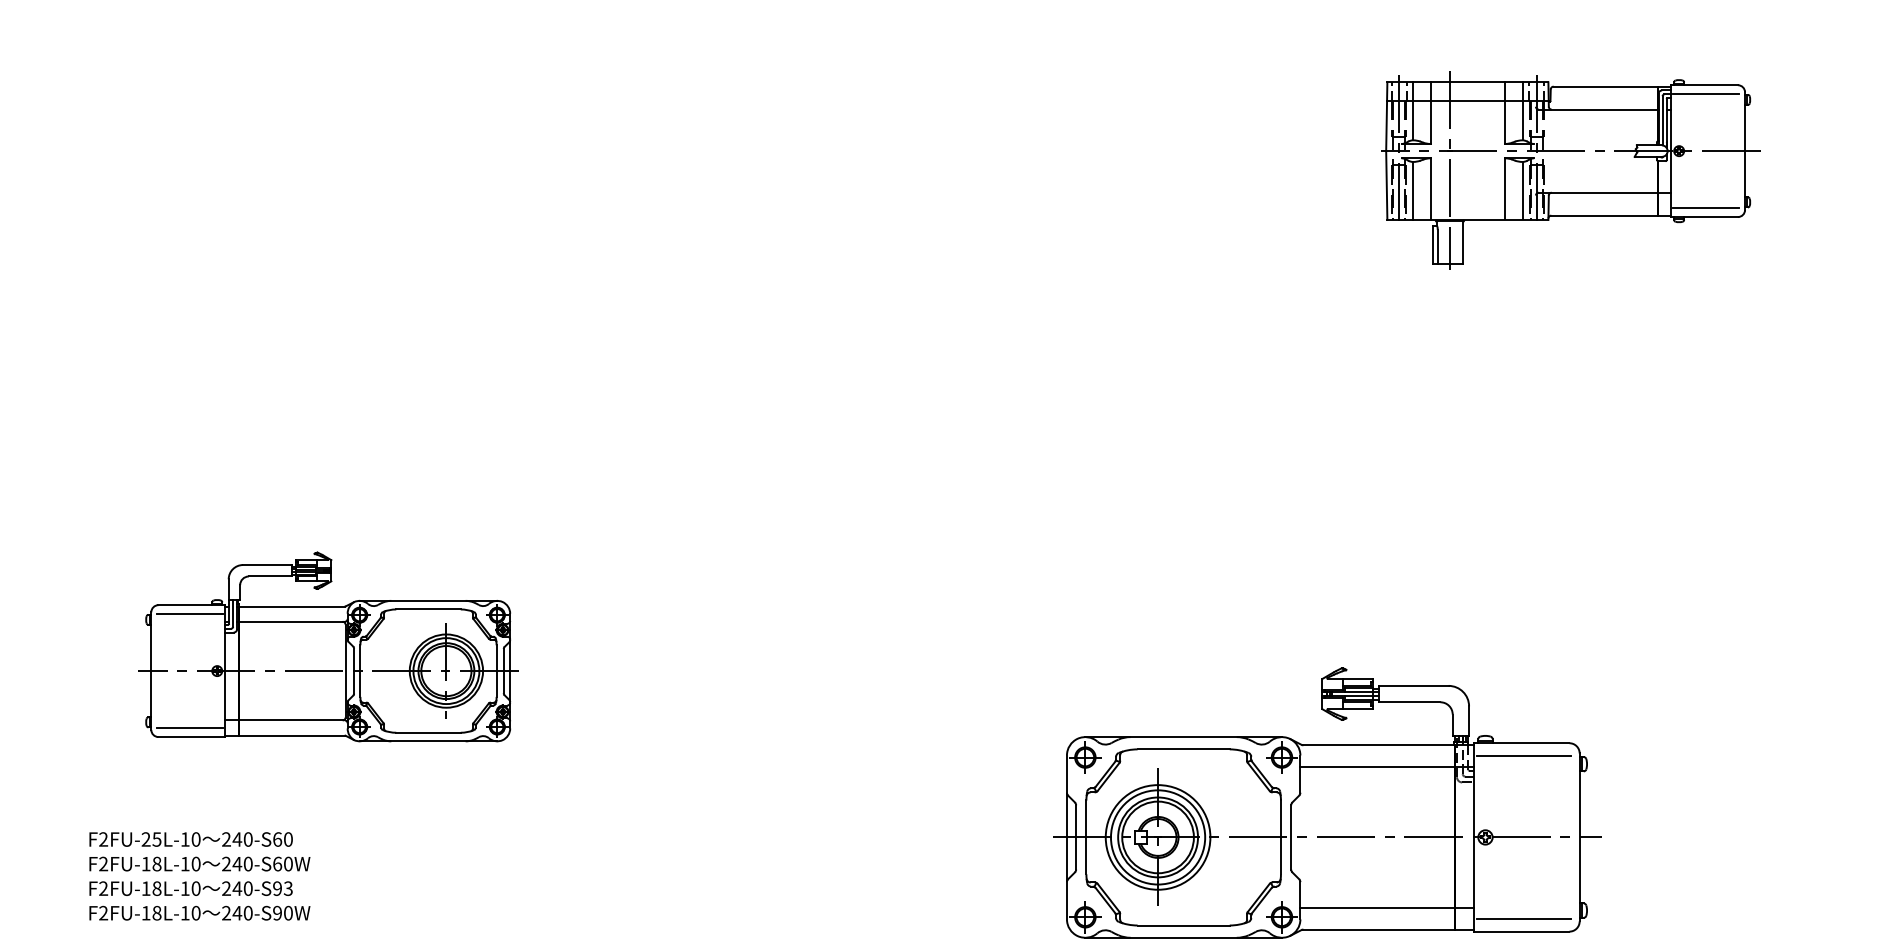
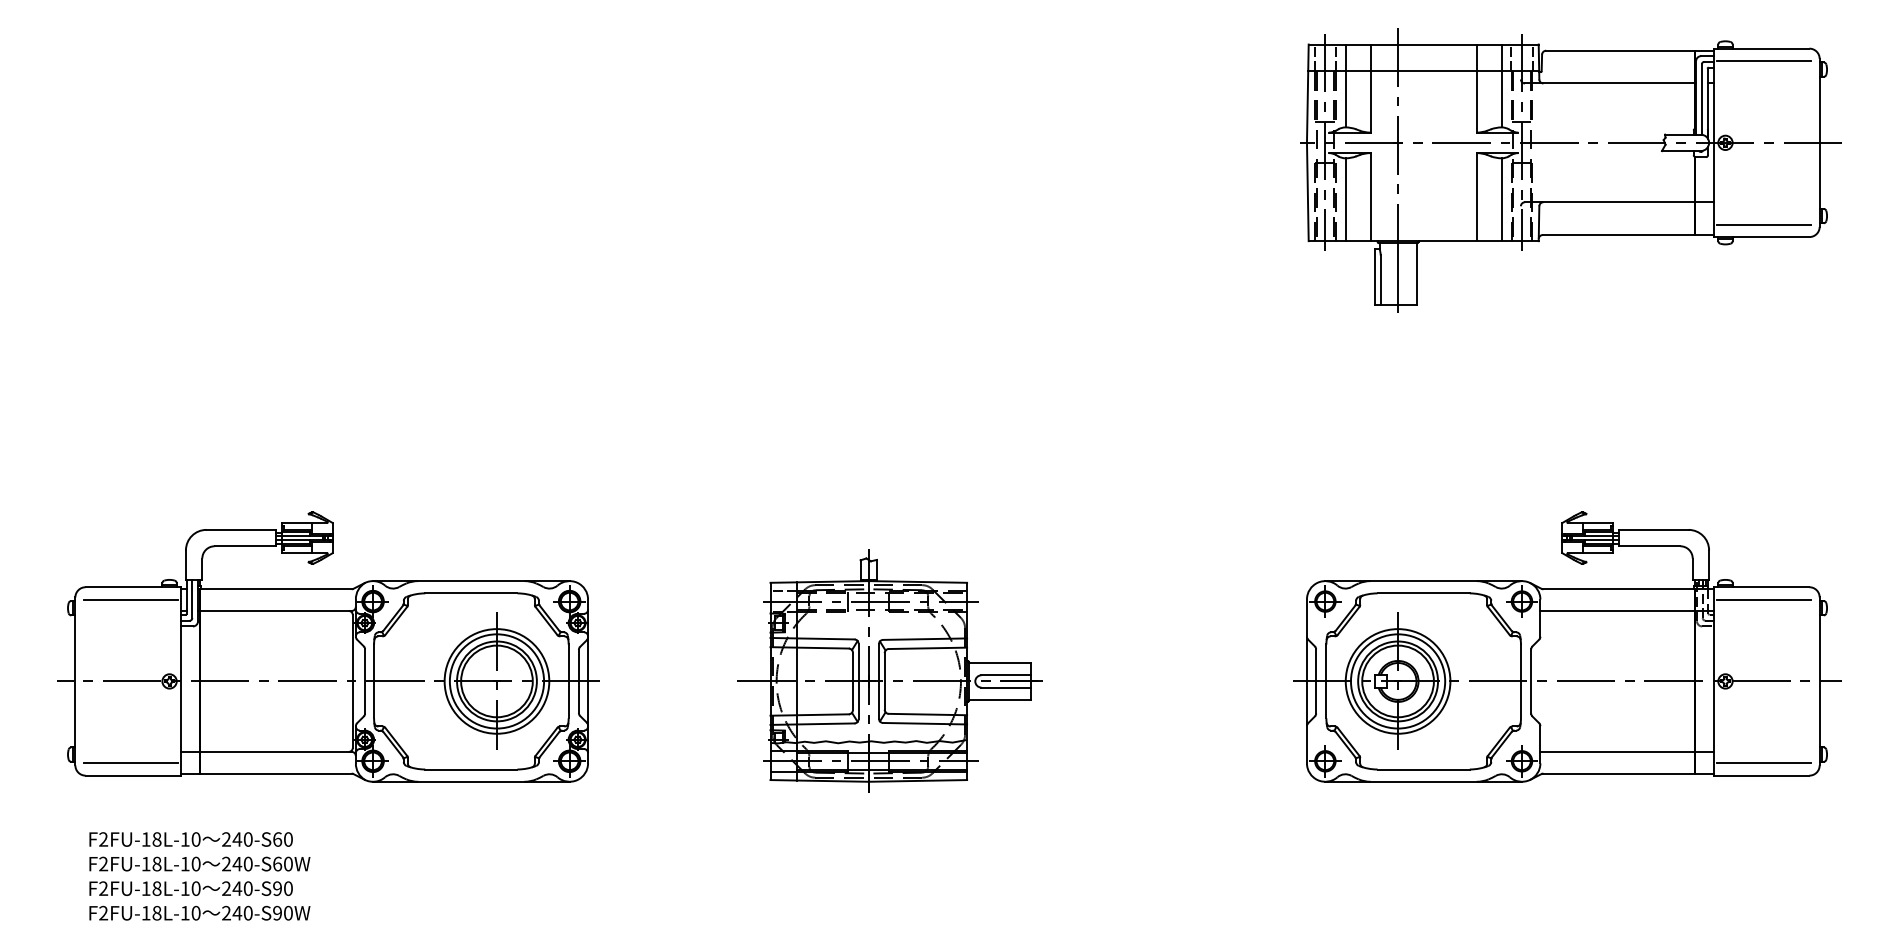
part at (1570, 170) size: 380x199 px -> 542x285 px
part at (328, 646) size: 381x192 px -> 543x272 px
part at (889, 670): none -> present
part at (1327, 802) position: (1327, 802) -> (1567, 646)
text at (151, 839): F2FU-25L-10 -> F2FU-18L-10
text at (287, 888): 240-S93 -> 240-S90
